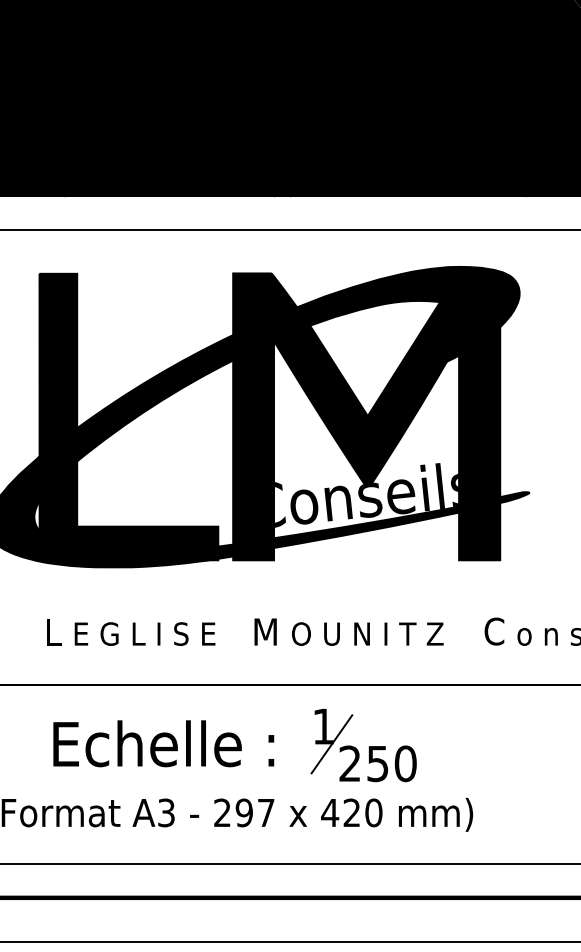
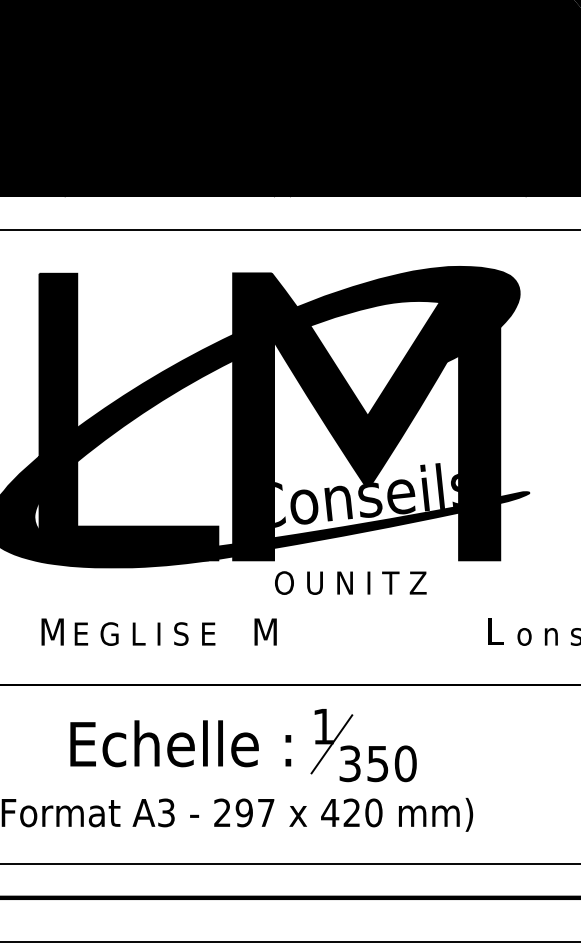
text at (52, 631): L -> M
text at (494, 631): C -> L
text at (367, 633) position: (367, 633) -> (350, 582)
text at (163, 743) position: (163, 743) -> (180, 743)
text at (349, 763): 250 -> 350
